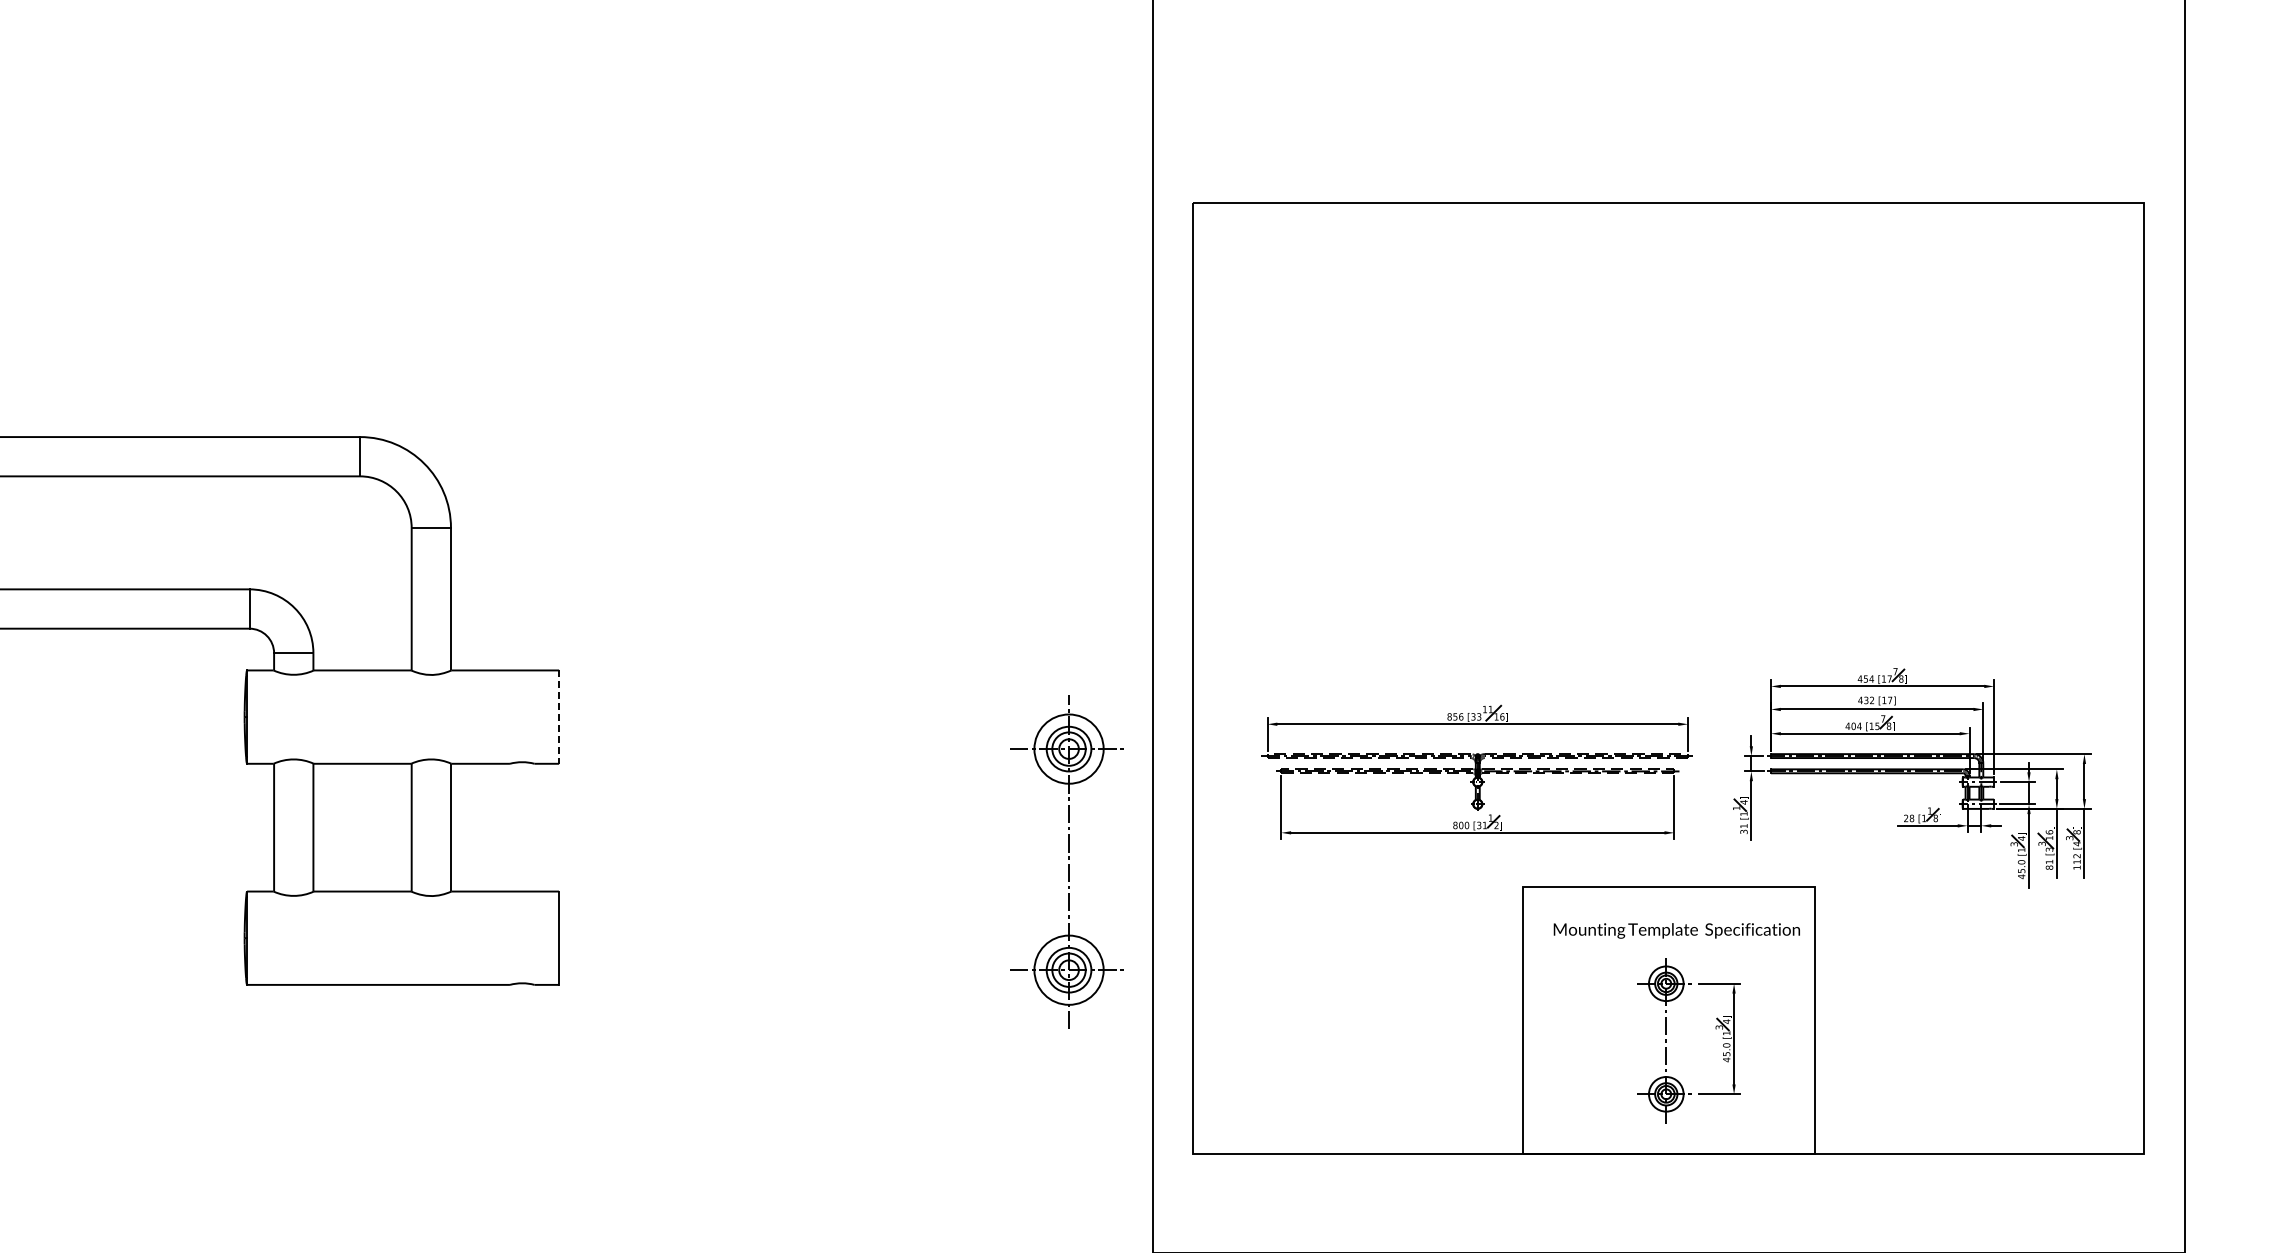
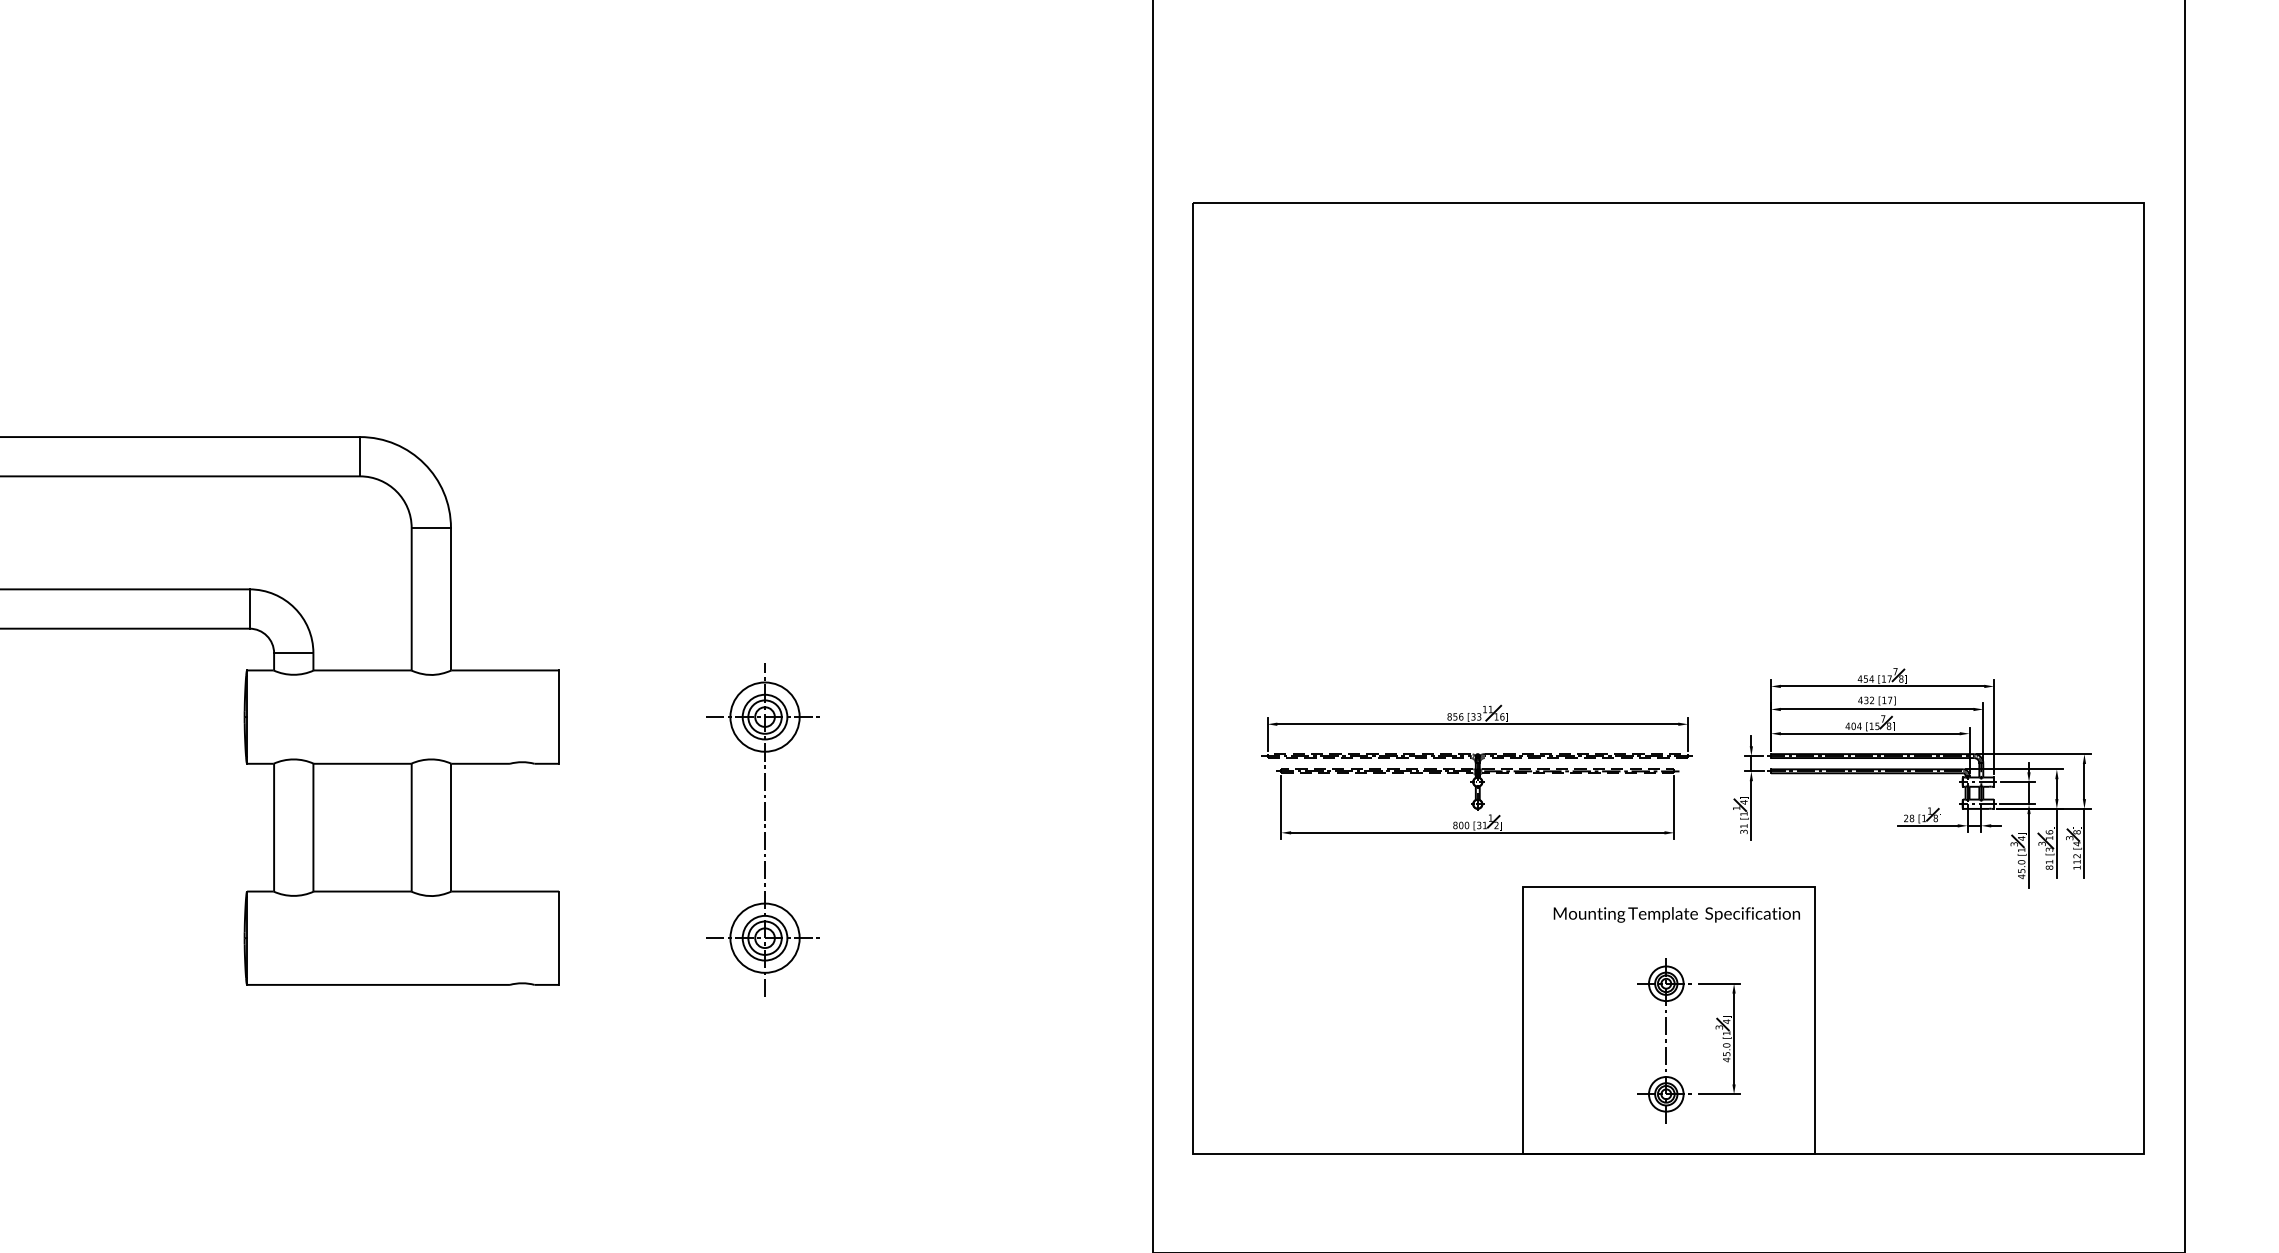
line at (559, 717): dashed -> solid
part at (1066, 861) position: (1066, 861) -> (762, 829)
text at (1676, 930) position: (1676, 930) -> (1676, 914)
